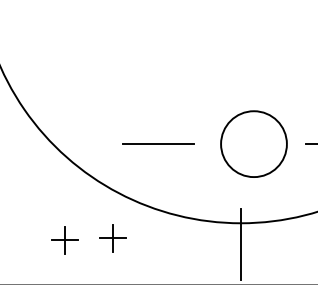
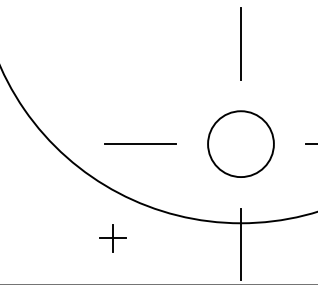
line at (241, 43): none -> present
line at (158, 143) position: (158, 143) -> (140, 143)
circle at (253, 143) position: (253, 143) -> (240, 143)
part at (64, 240): present -> none
